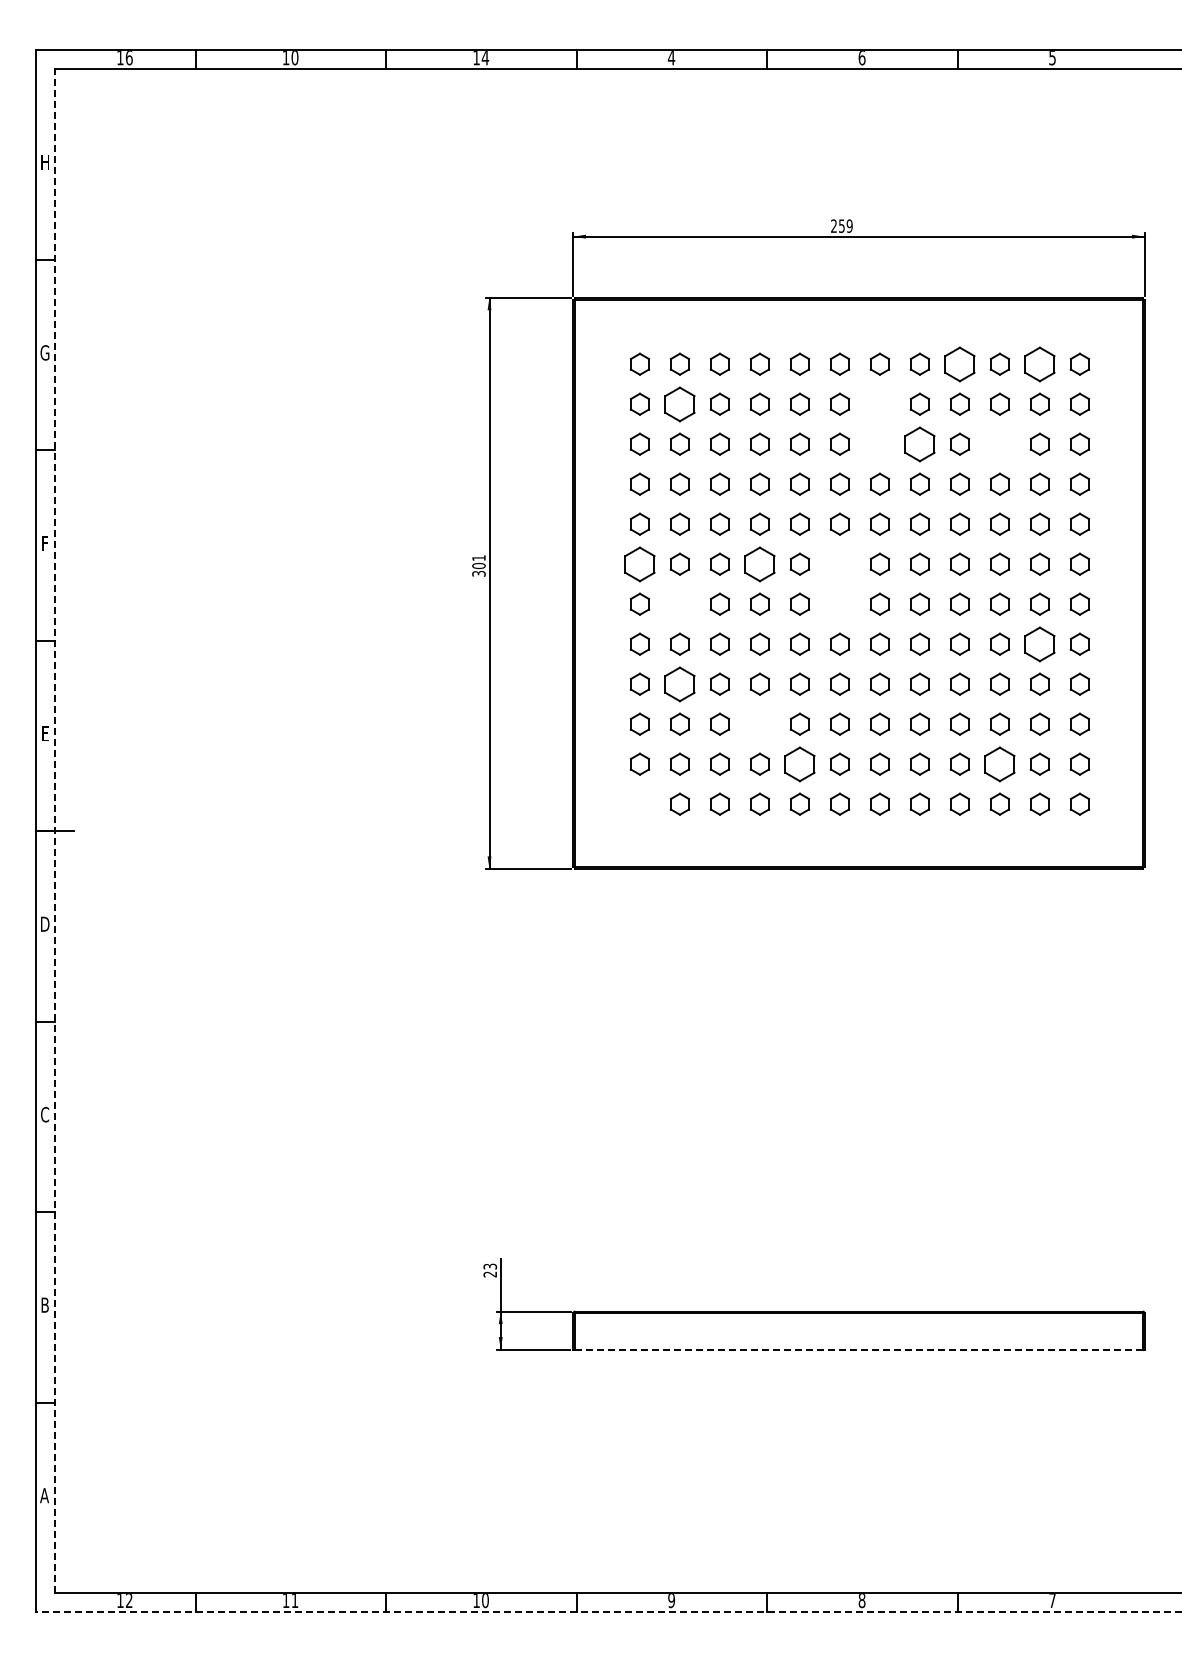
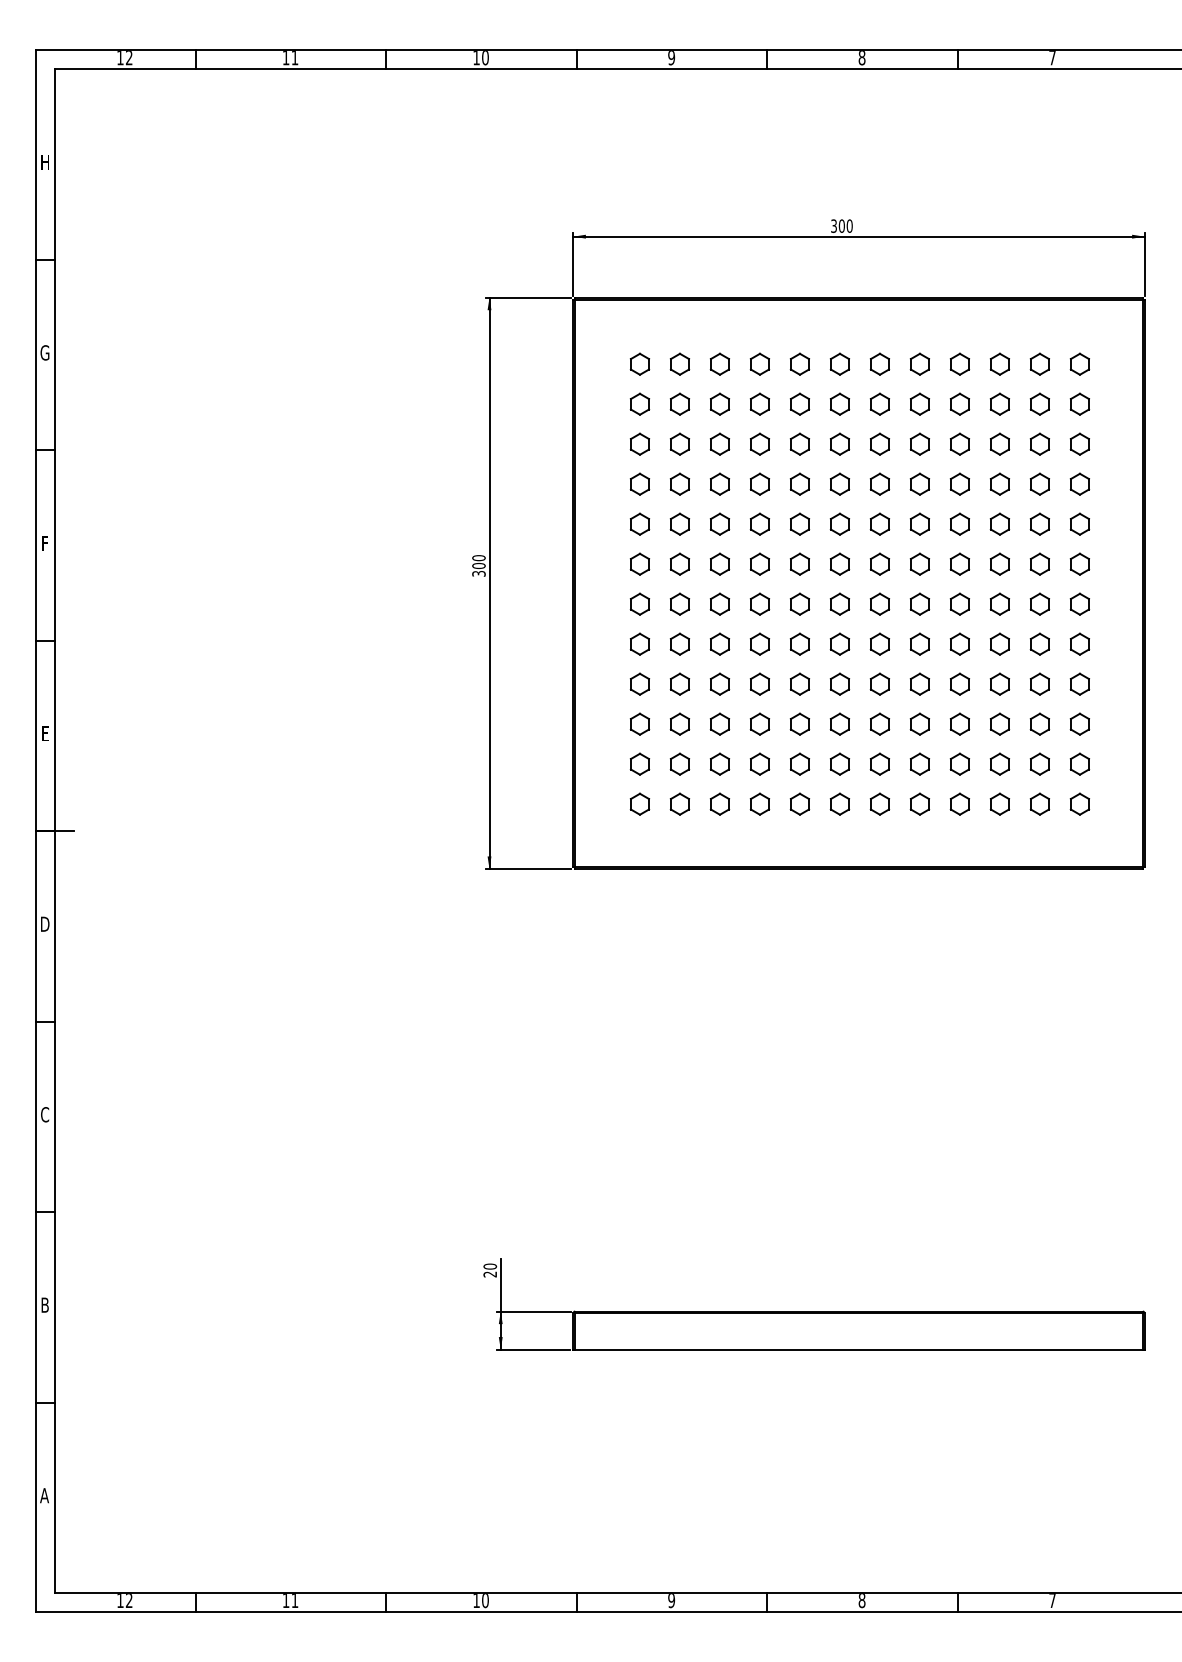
text at (128, 58): 16 -> 12
text at (294, 58): 10 -> 11
text at (485, 58): 14 -> 10
text at (671, 58): 4 -> 9
text at (861, 58): 6 -> 8
text at (1052, 58): 5 -> 7
text at (841, 225): 259 -> 300
part at (959, 364) size: 32x37 px -> 22x24 px
part at (1039, 364) size: 32x37 px -> 22x24 px
part at (879, 403): none -> present
part at (679, 404) size: 32x37 px -> 22x24 px
part at (879, 443): none -> present
part at (999, 443): none -> present
part at (919, 444) size: 32x37 px -> 22x24 px
text at (478, 558): 301 -> 300
part at (839, 563): none -> present
part at (639, 564) size: 32x37 px -> 22x24 px
part at (759, 564) size: 32x37 px -> 22x24 px
part at (679, 603): none -> present
part at (839, 603): none -> present
part at (1039, 644) size: 32x37 px -> 22x24 px
part at (679, 684) size: 32x37 px -> 22x24 px
part at (759, 723): none -> present
part at (799, 764) size: 32x37 px -> 22x24 px
part at (999, 764) size: 32x37 px -> 22x24 px
part at (639, 803): none -> present
line at (54, 831): dashed -> solid
text at (490, 1266): 23 -> 20
line at (859, 1349): dashed -> solid
line at (608, 1612): dashed -> solid
